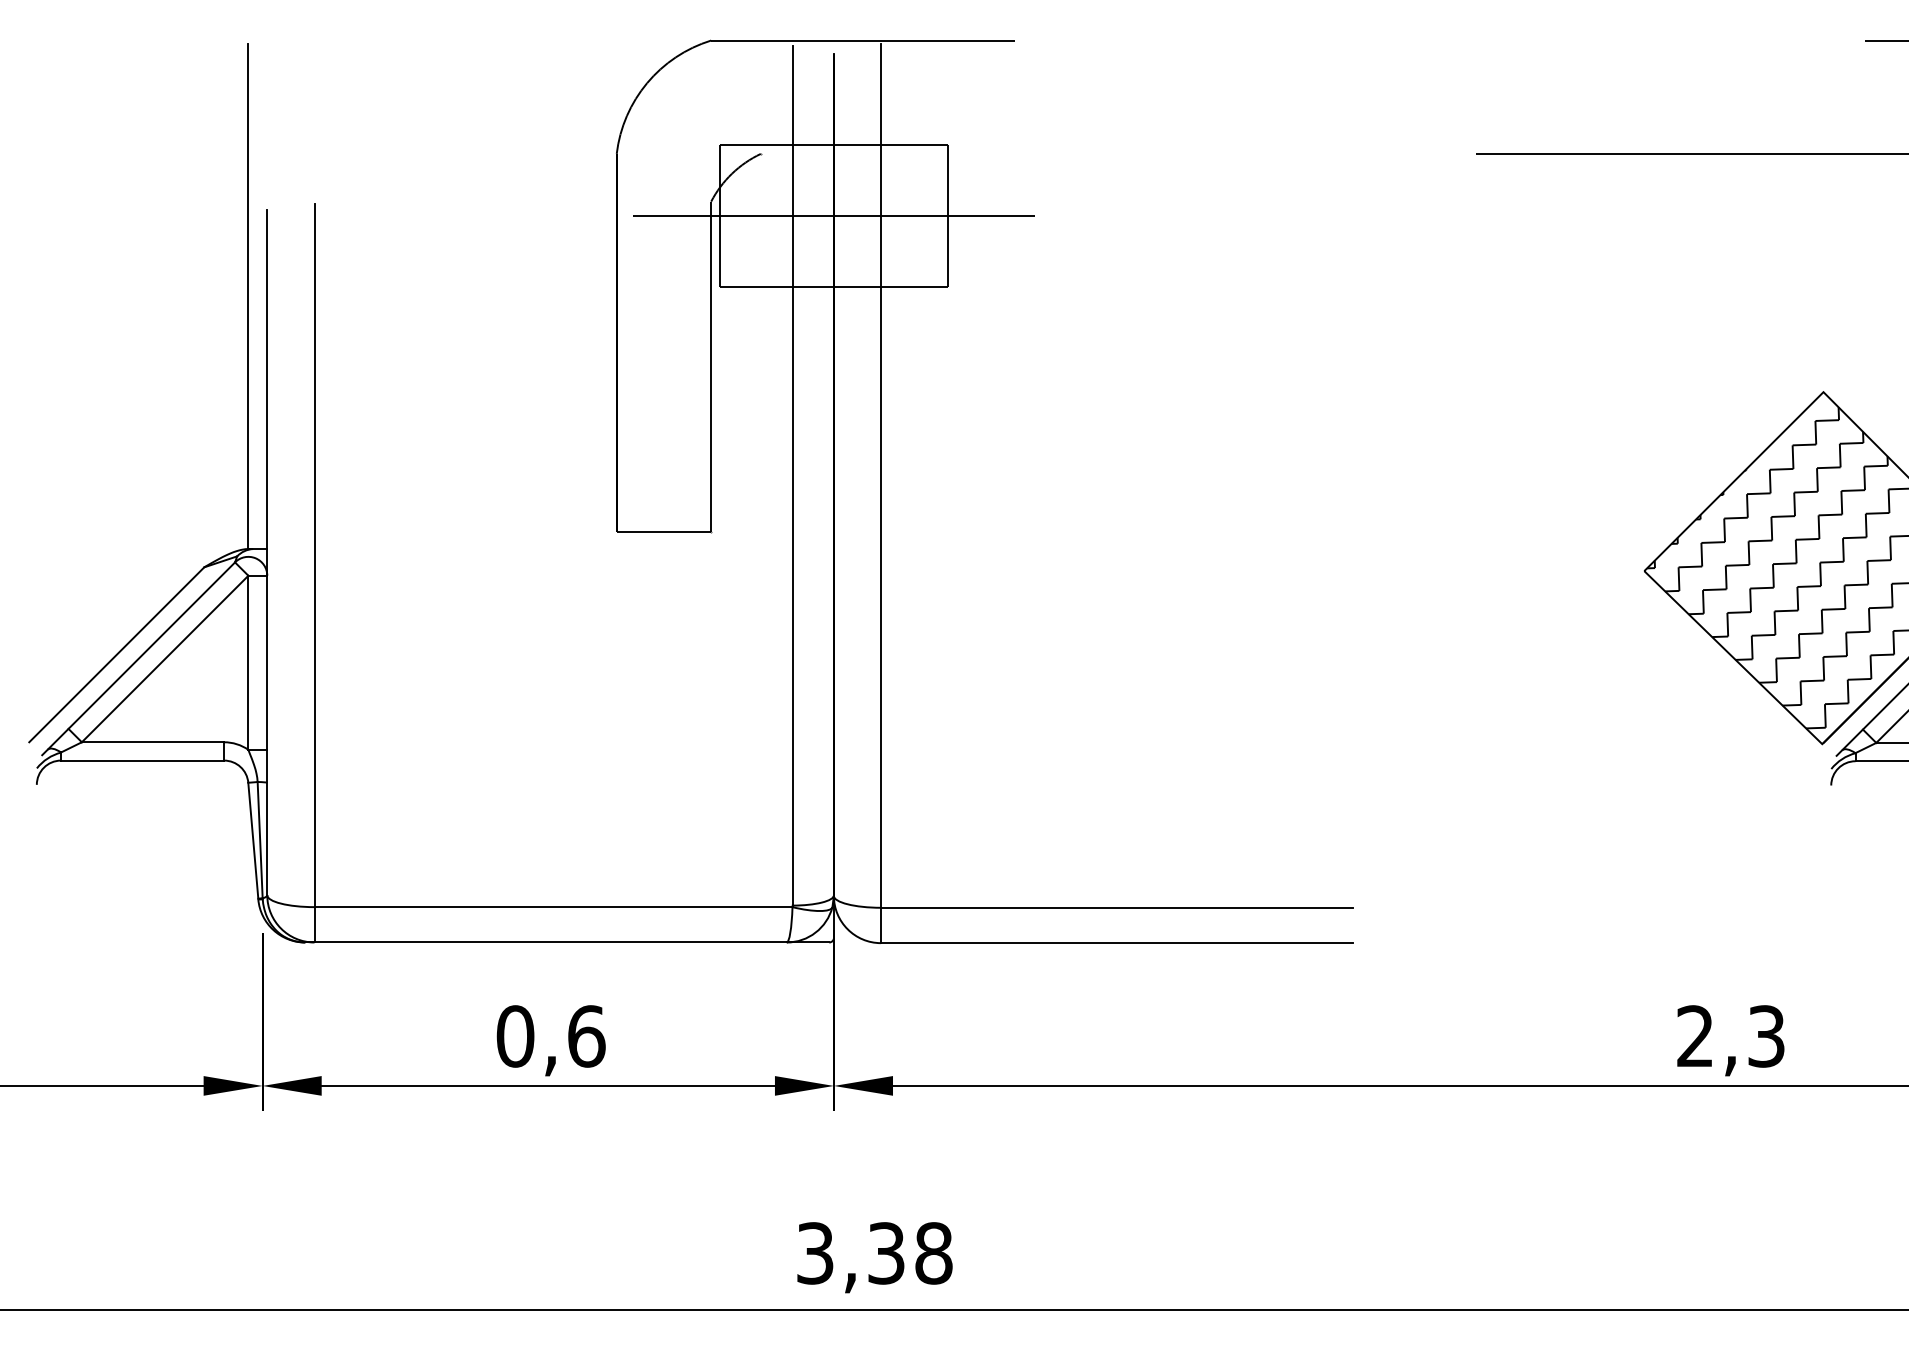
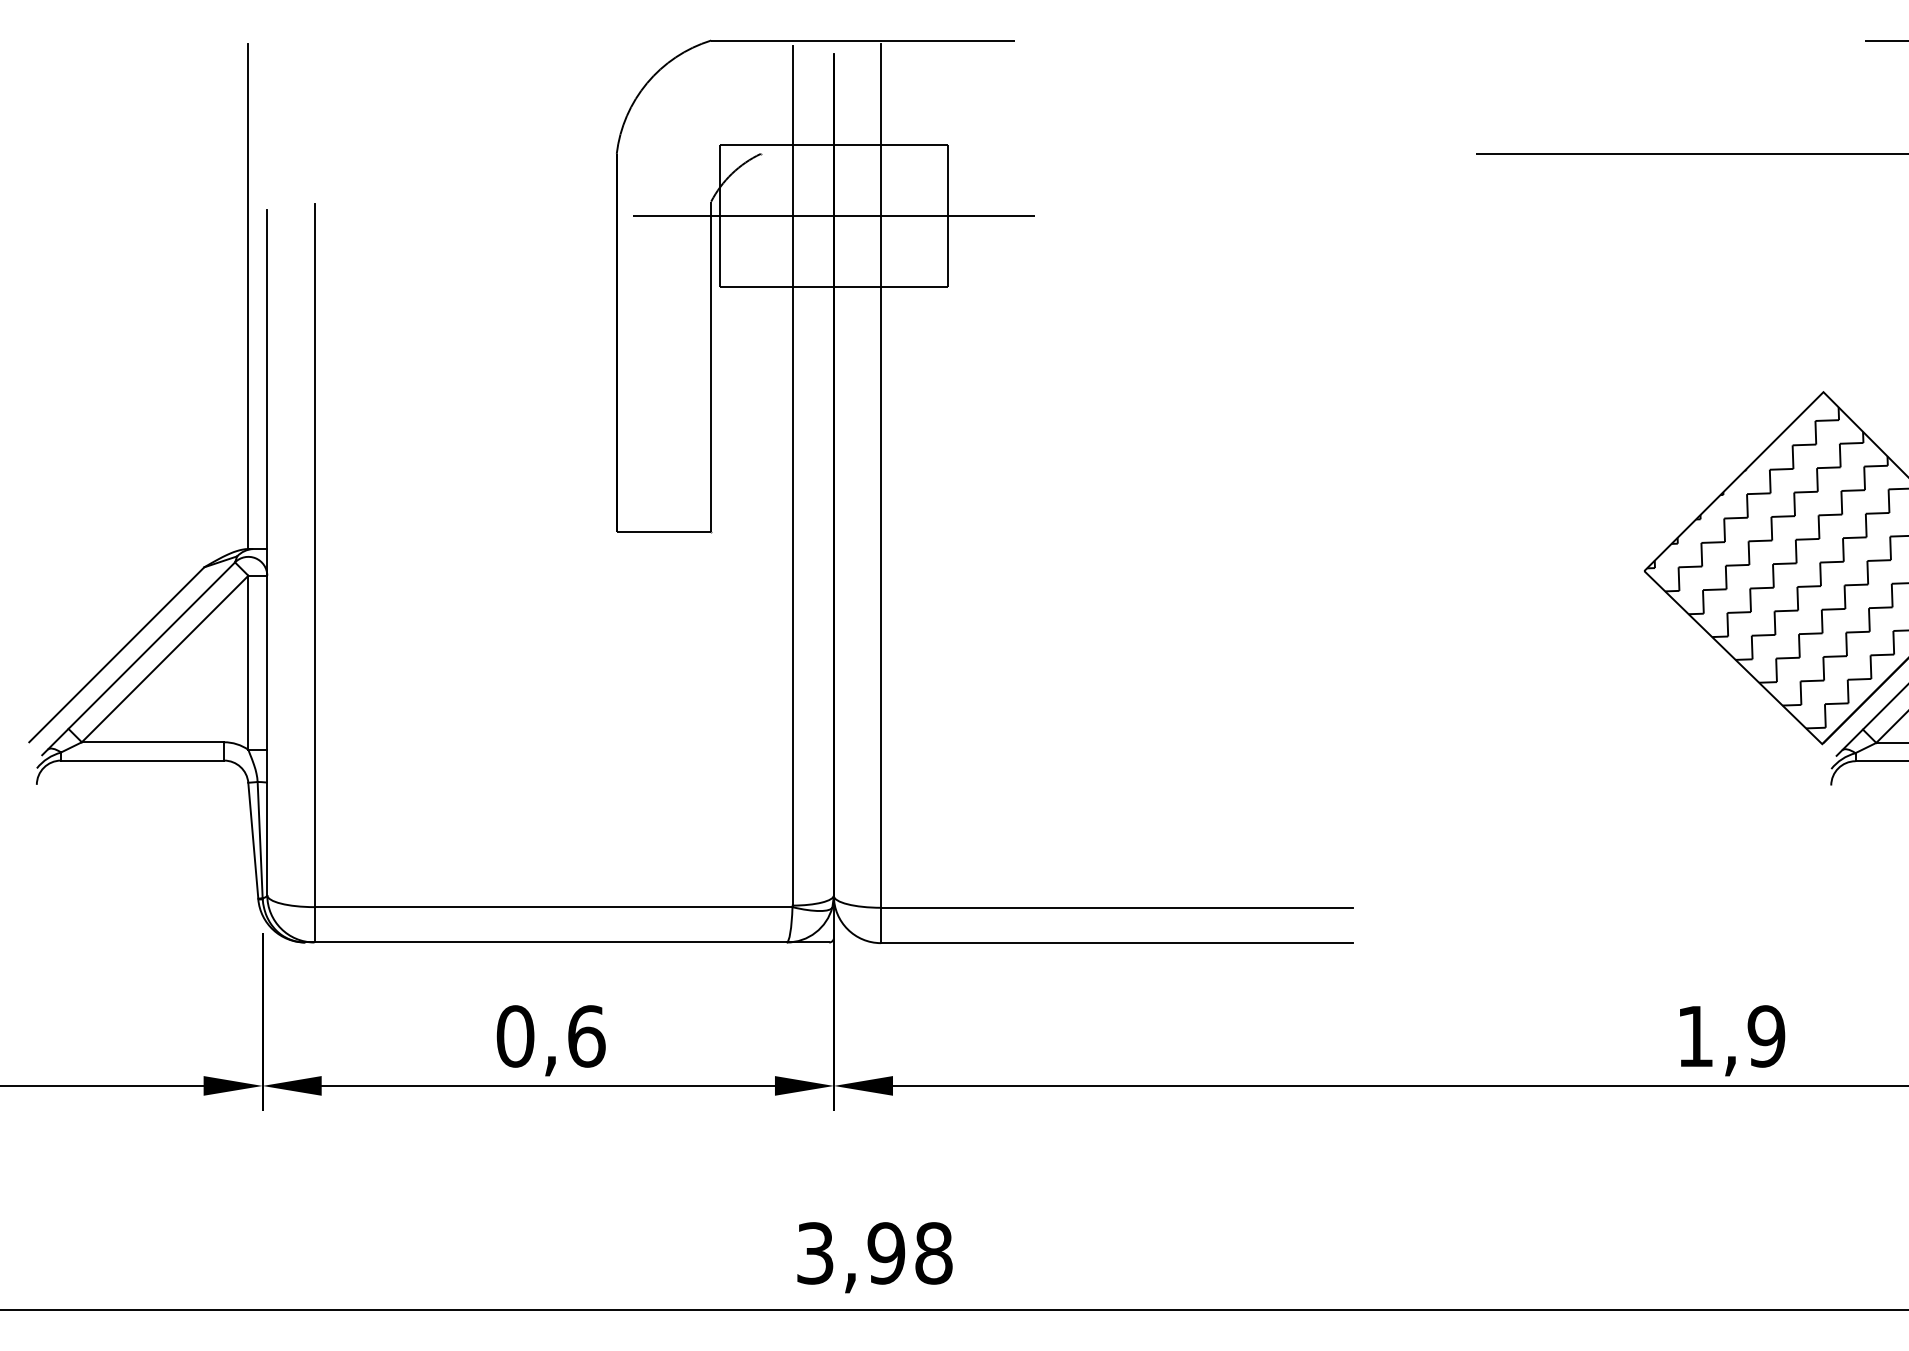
text at (1731, 1036): 2,3 -> 1,9
text at (886, 1253): 3,38 -> 3,98
